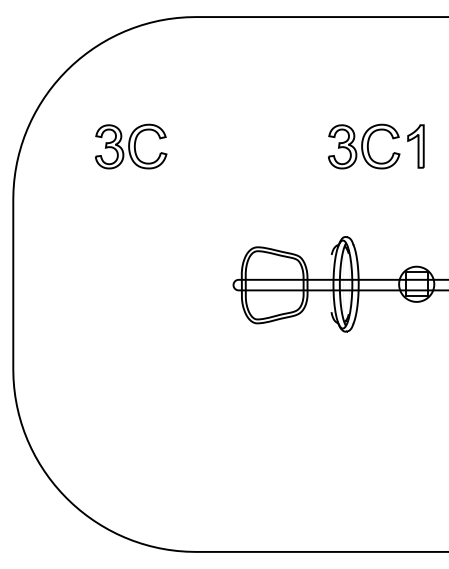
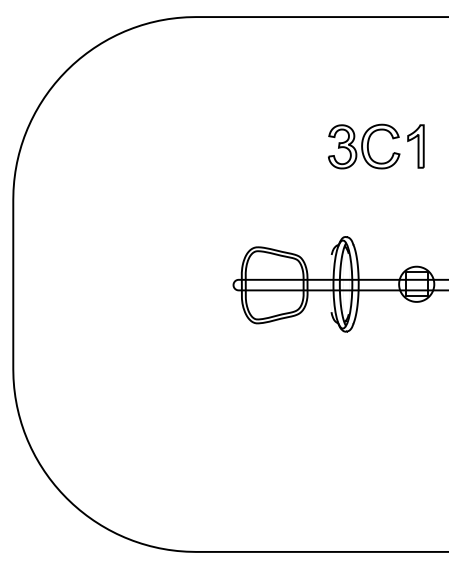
part at (131, 146): present -> none
